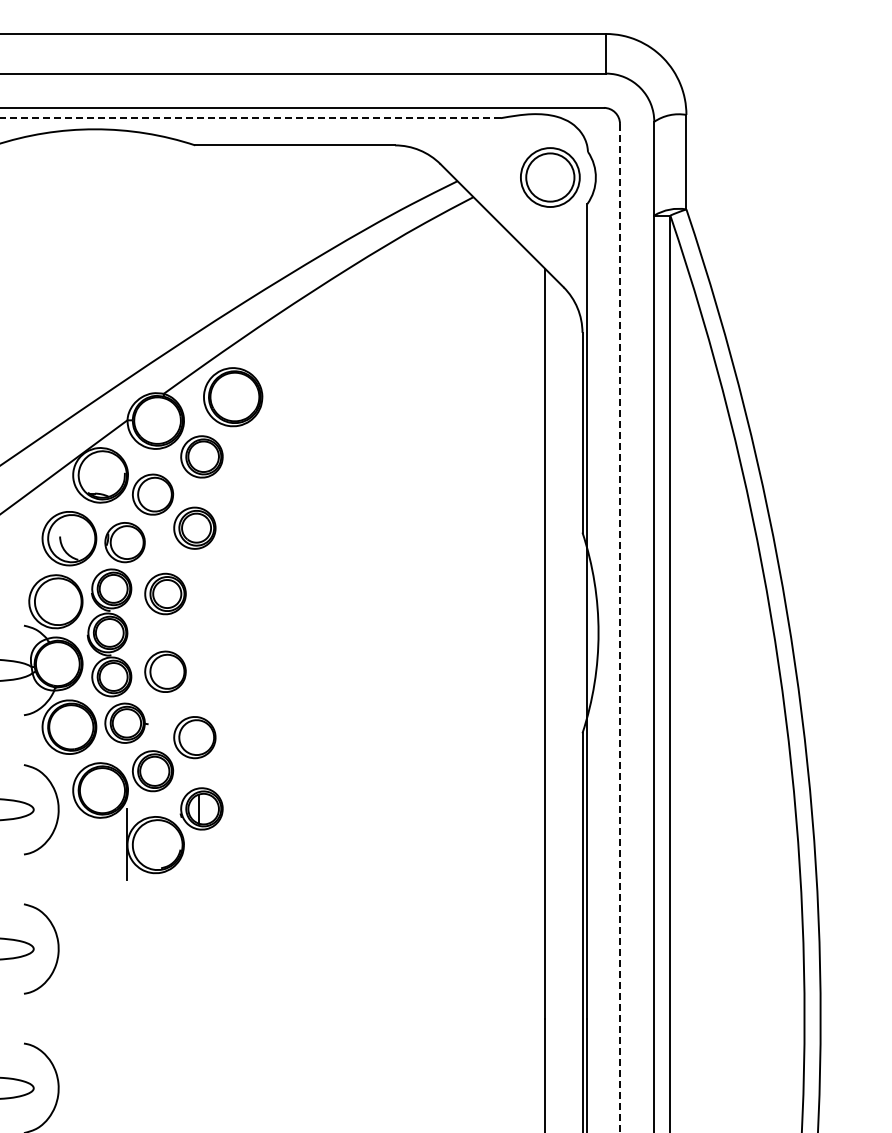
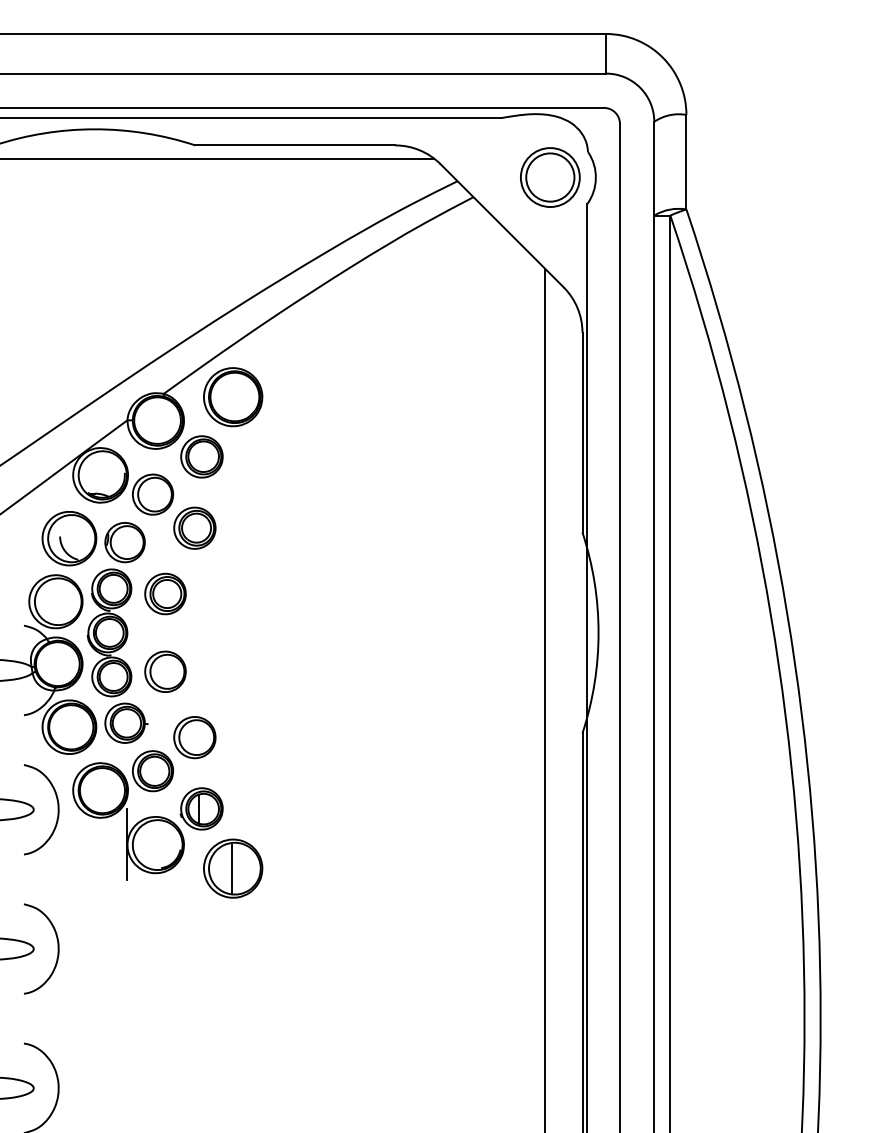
line at (250, 118): dashed -> solid
line at (217, 159): none -> present
line at (620, 627): dashed -> solid
part at (233, 868): none -> present
